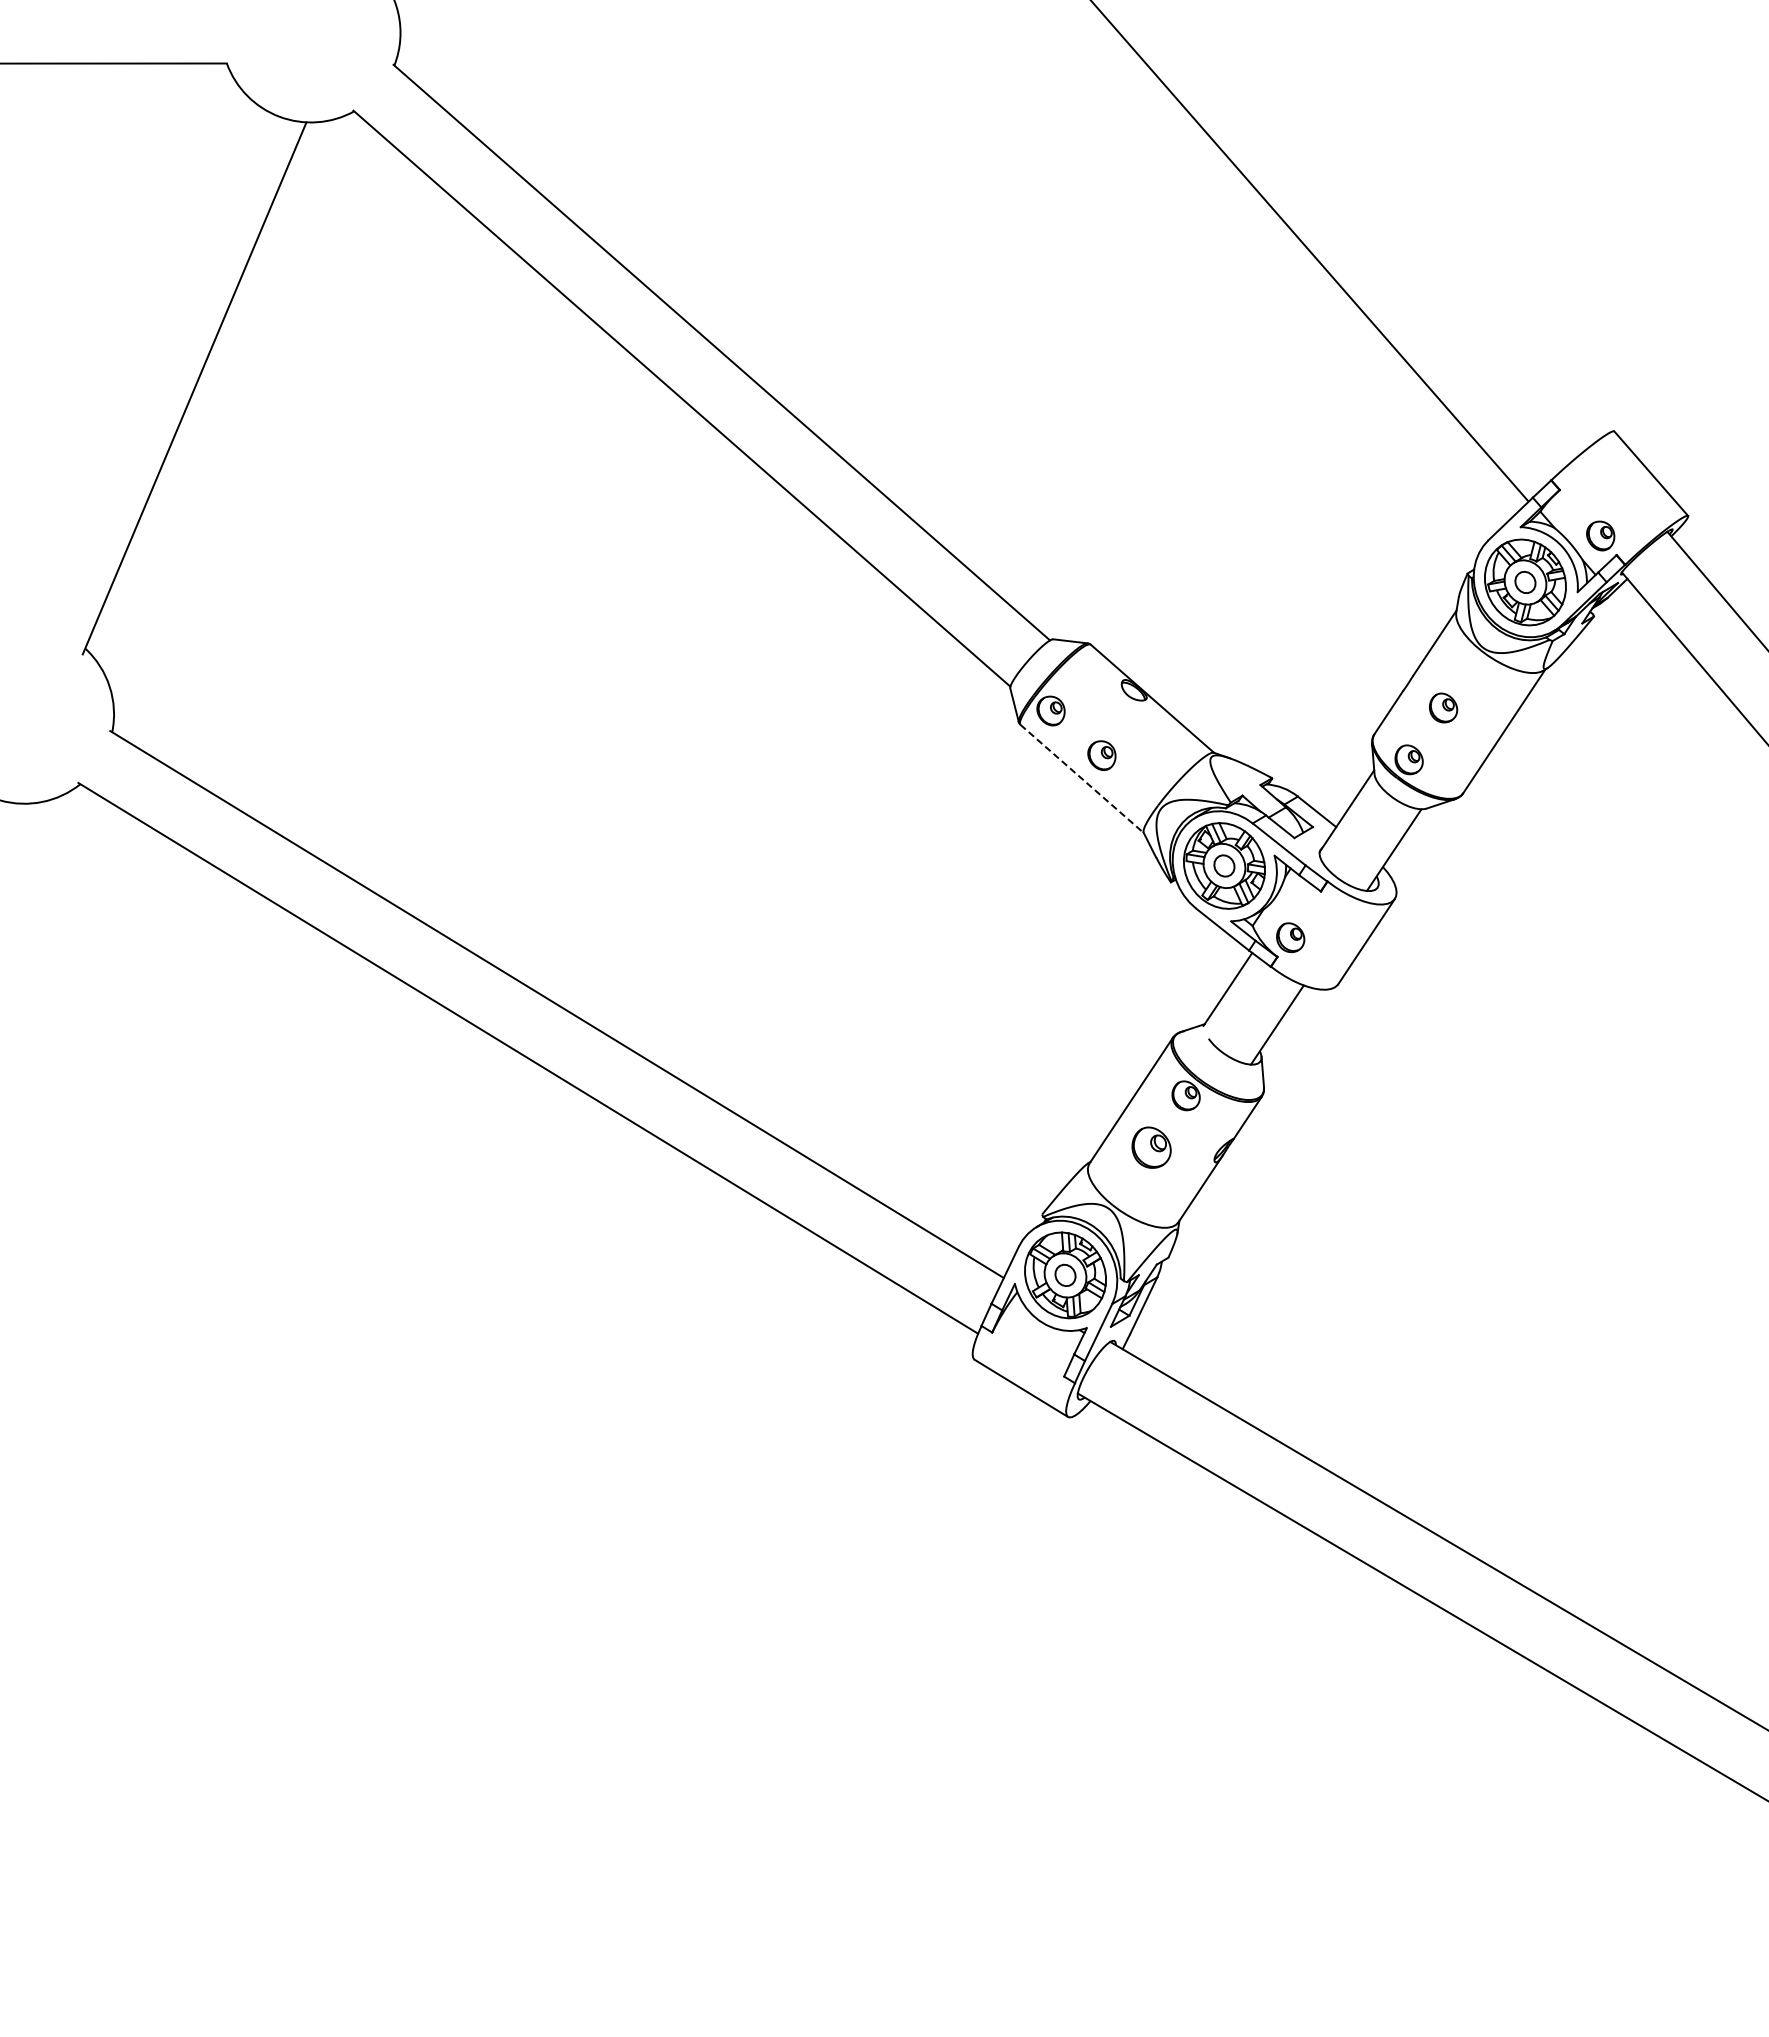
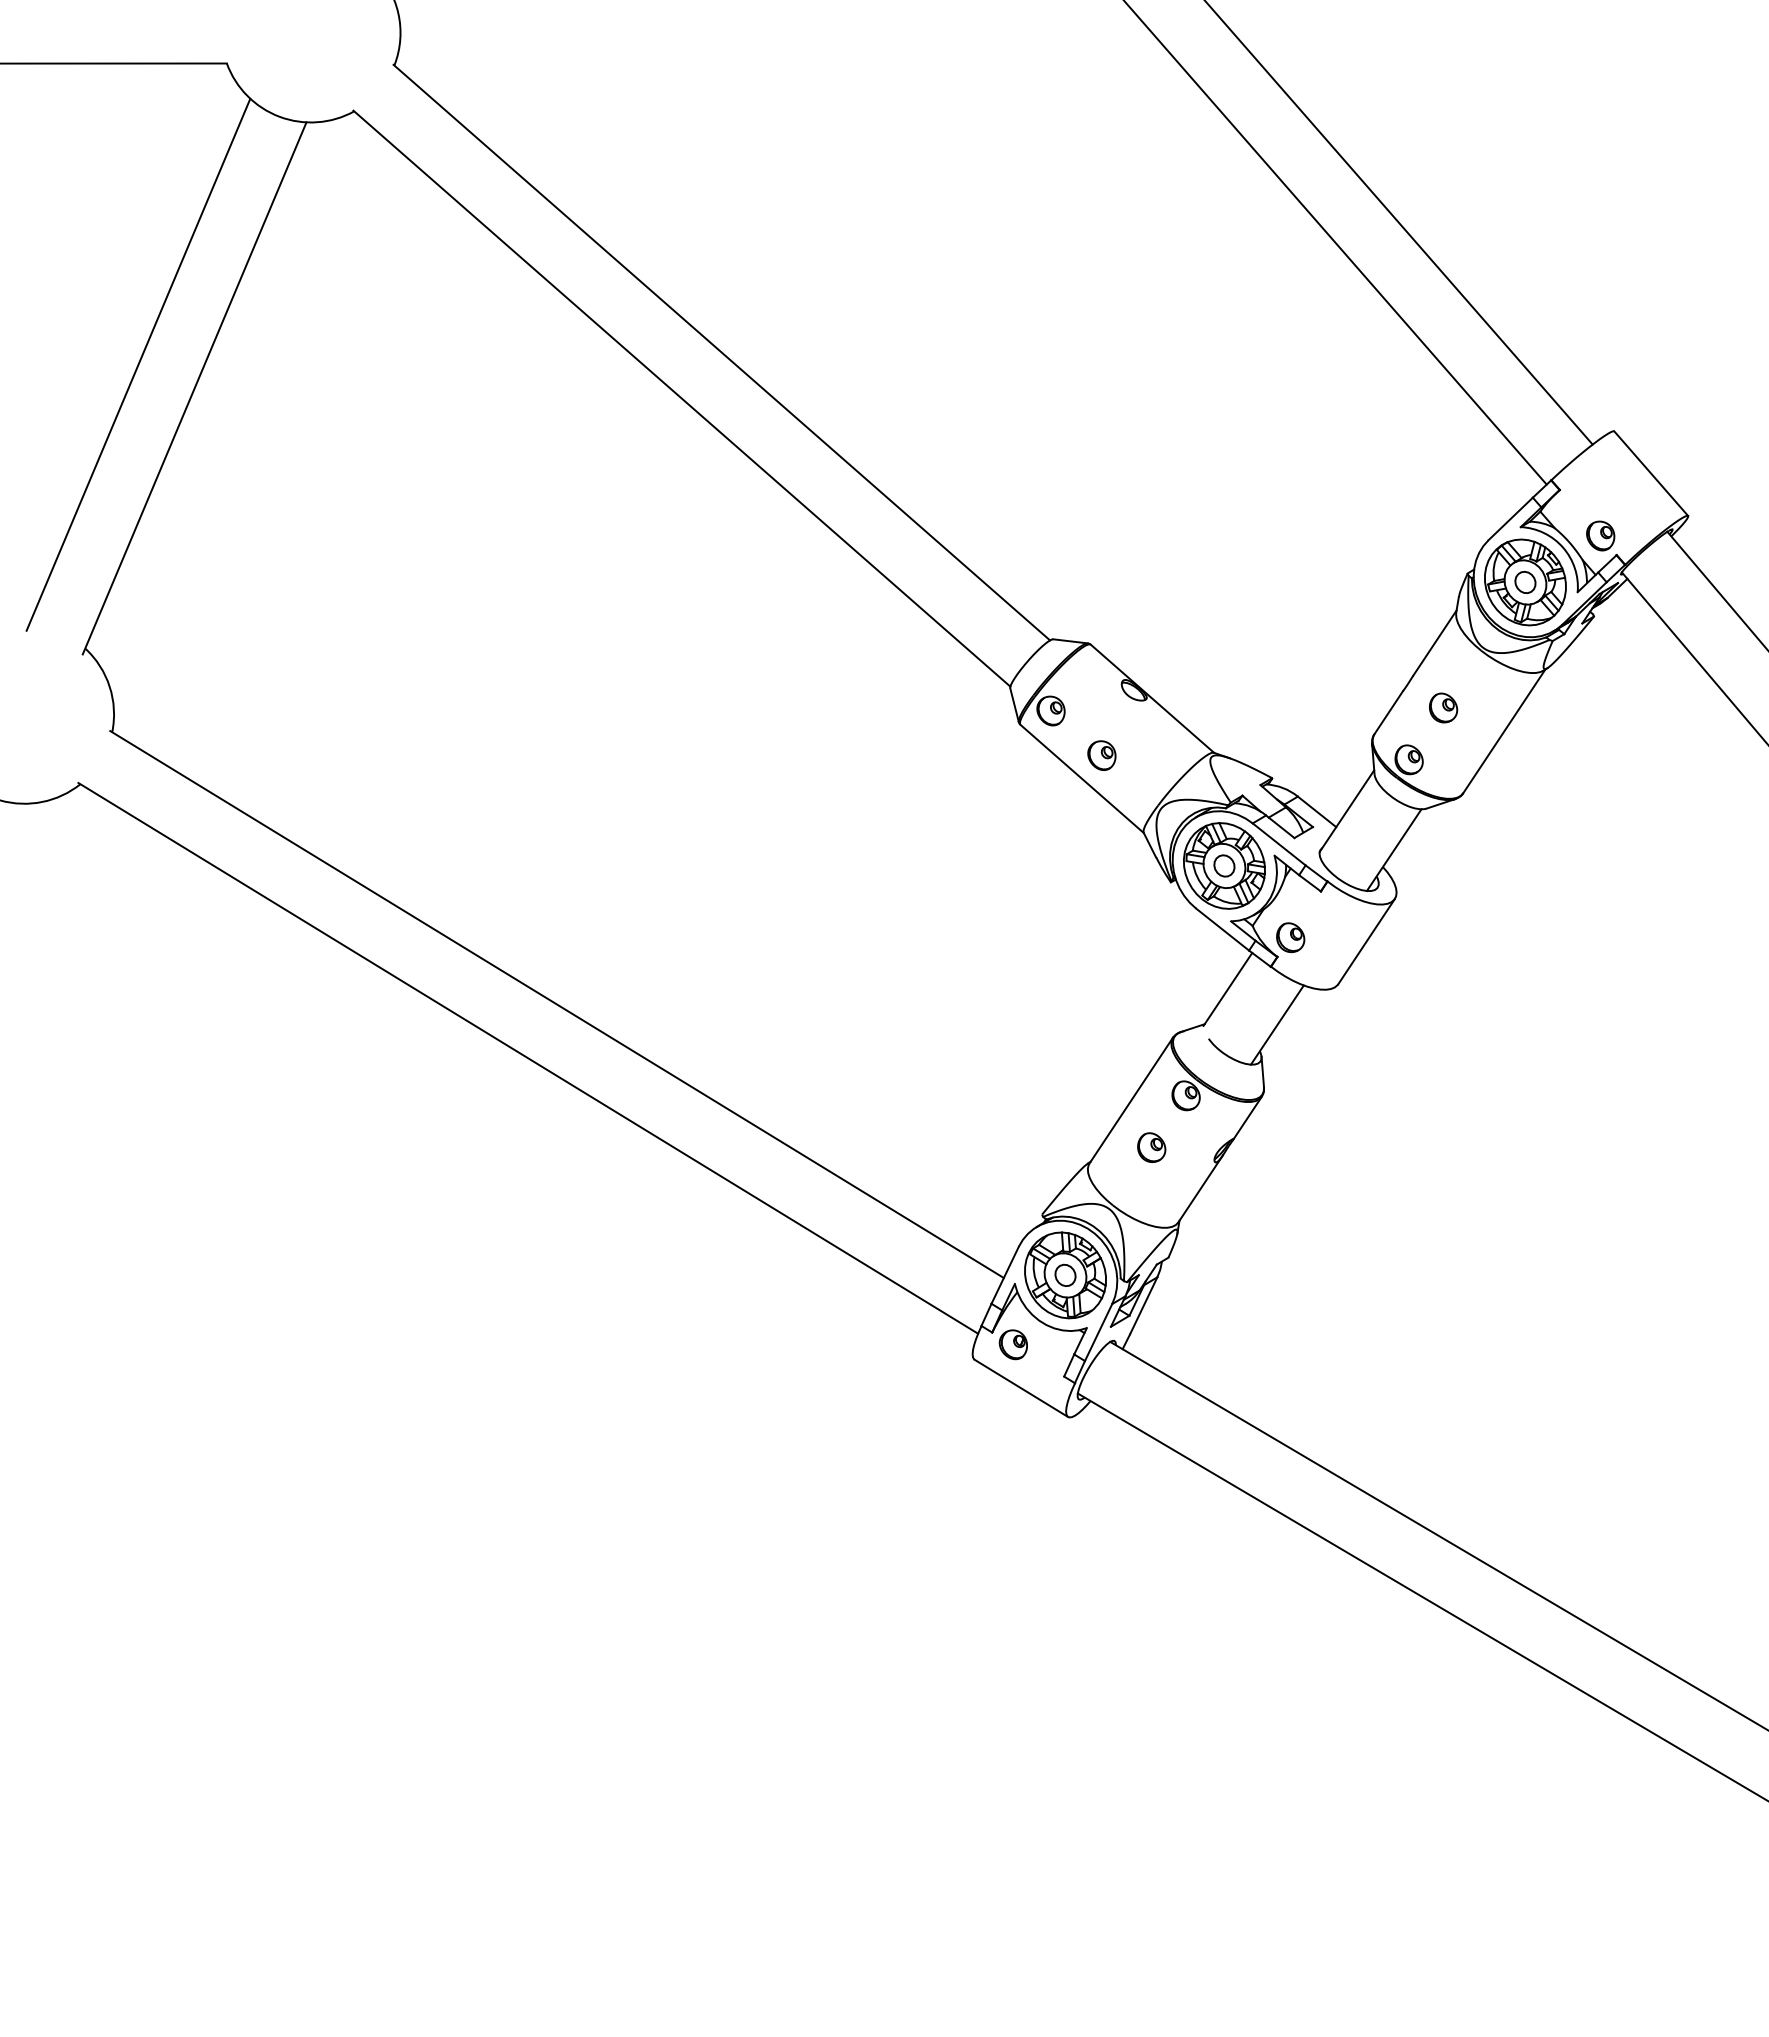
line at (1399, 223): none -> present
line at (1309, 251) position: (1309, 251) -> (1335, 243)
line at (138, 364): none -> present
line at (1082, 779): dashed -> solid
part at (1151, 1147) size: 41x43 px -> 30x31 px
part at (1012, 1344): none -> present
